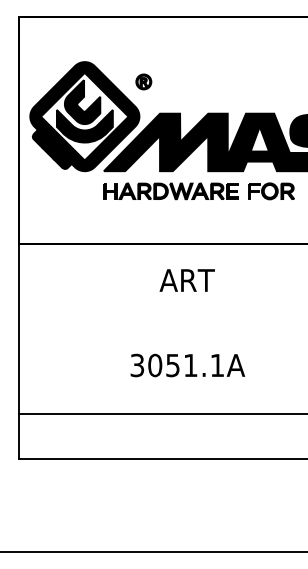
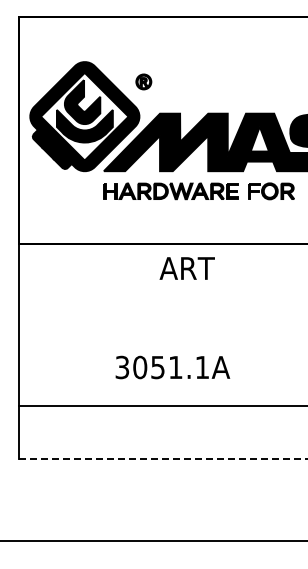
text at (186, 280) position: (186, 280) -> (186, 268)
text at (187, 365) position: (187, 365) -> (172, 367)
line at (161, 413) position: (161, 413) -> (161, 405)
line at (163, 459): solid -> dashed
line at (153, 551) position: (153, 551) -> (153, 540)
